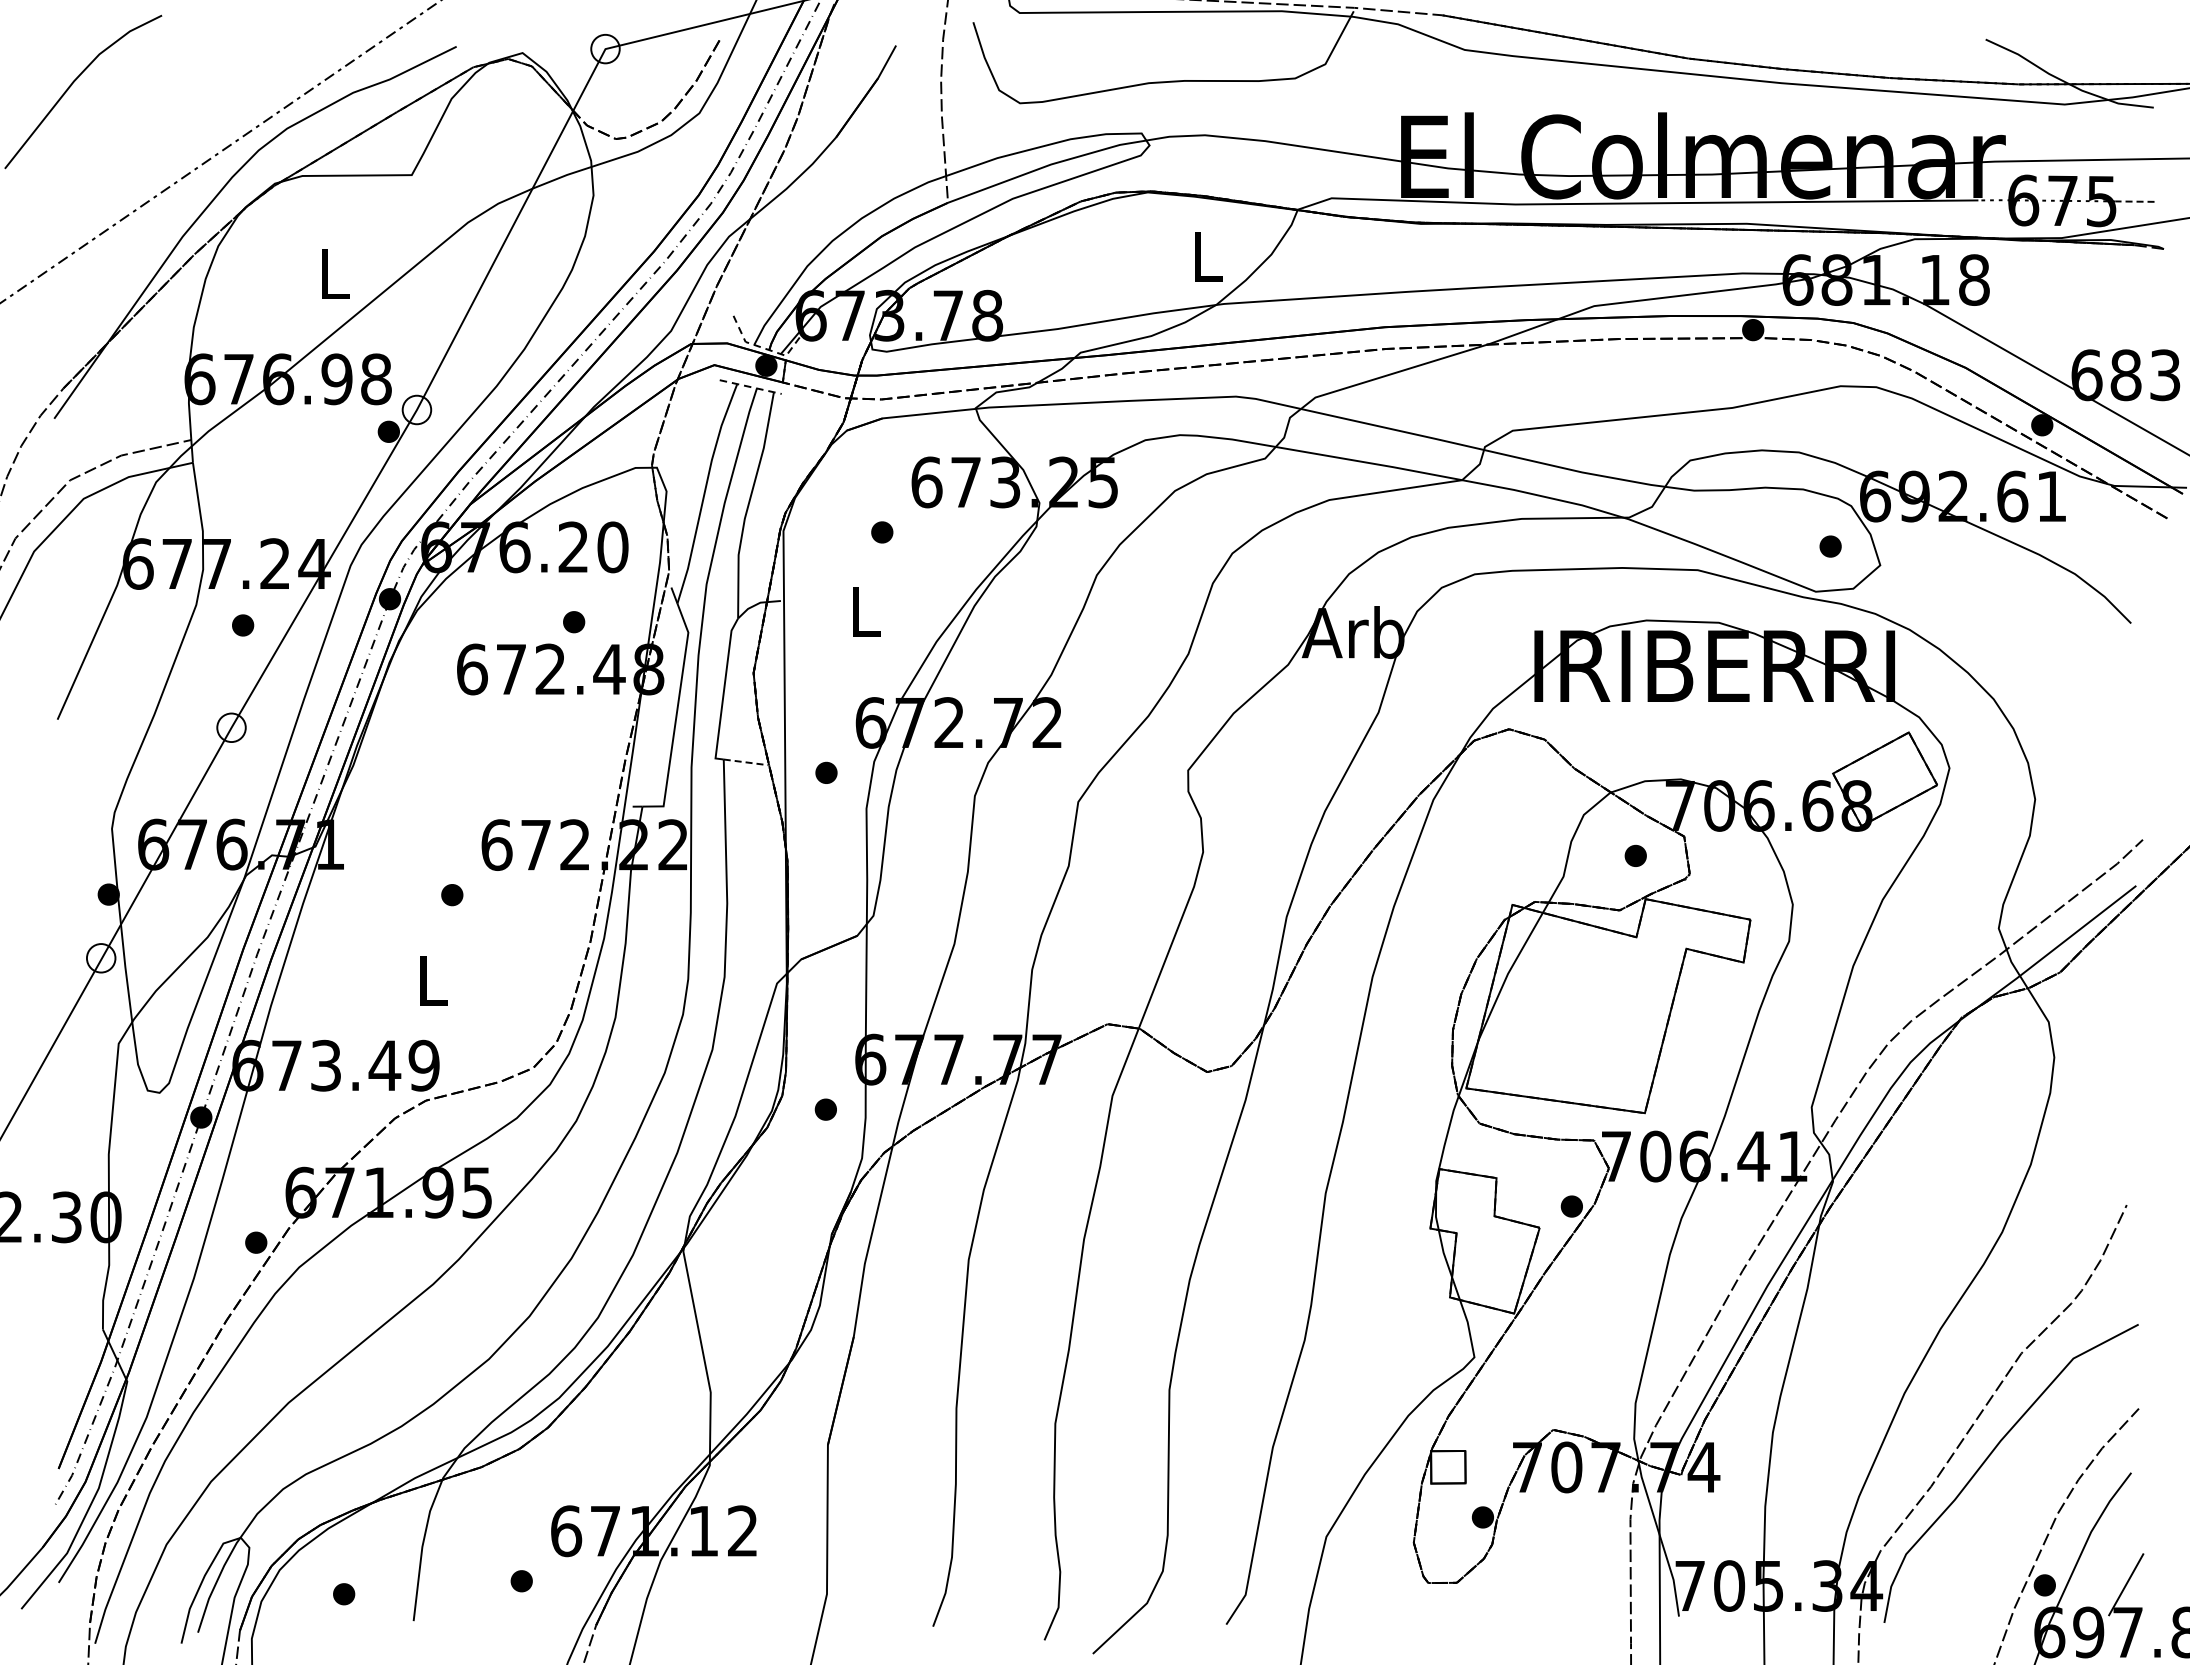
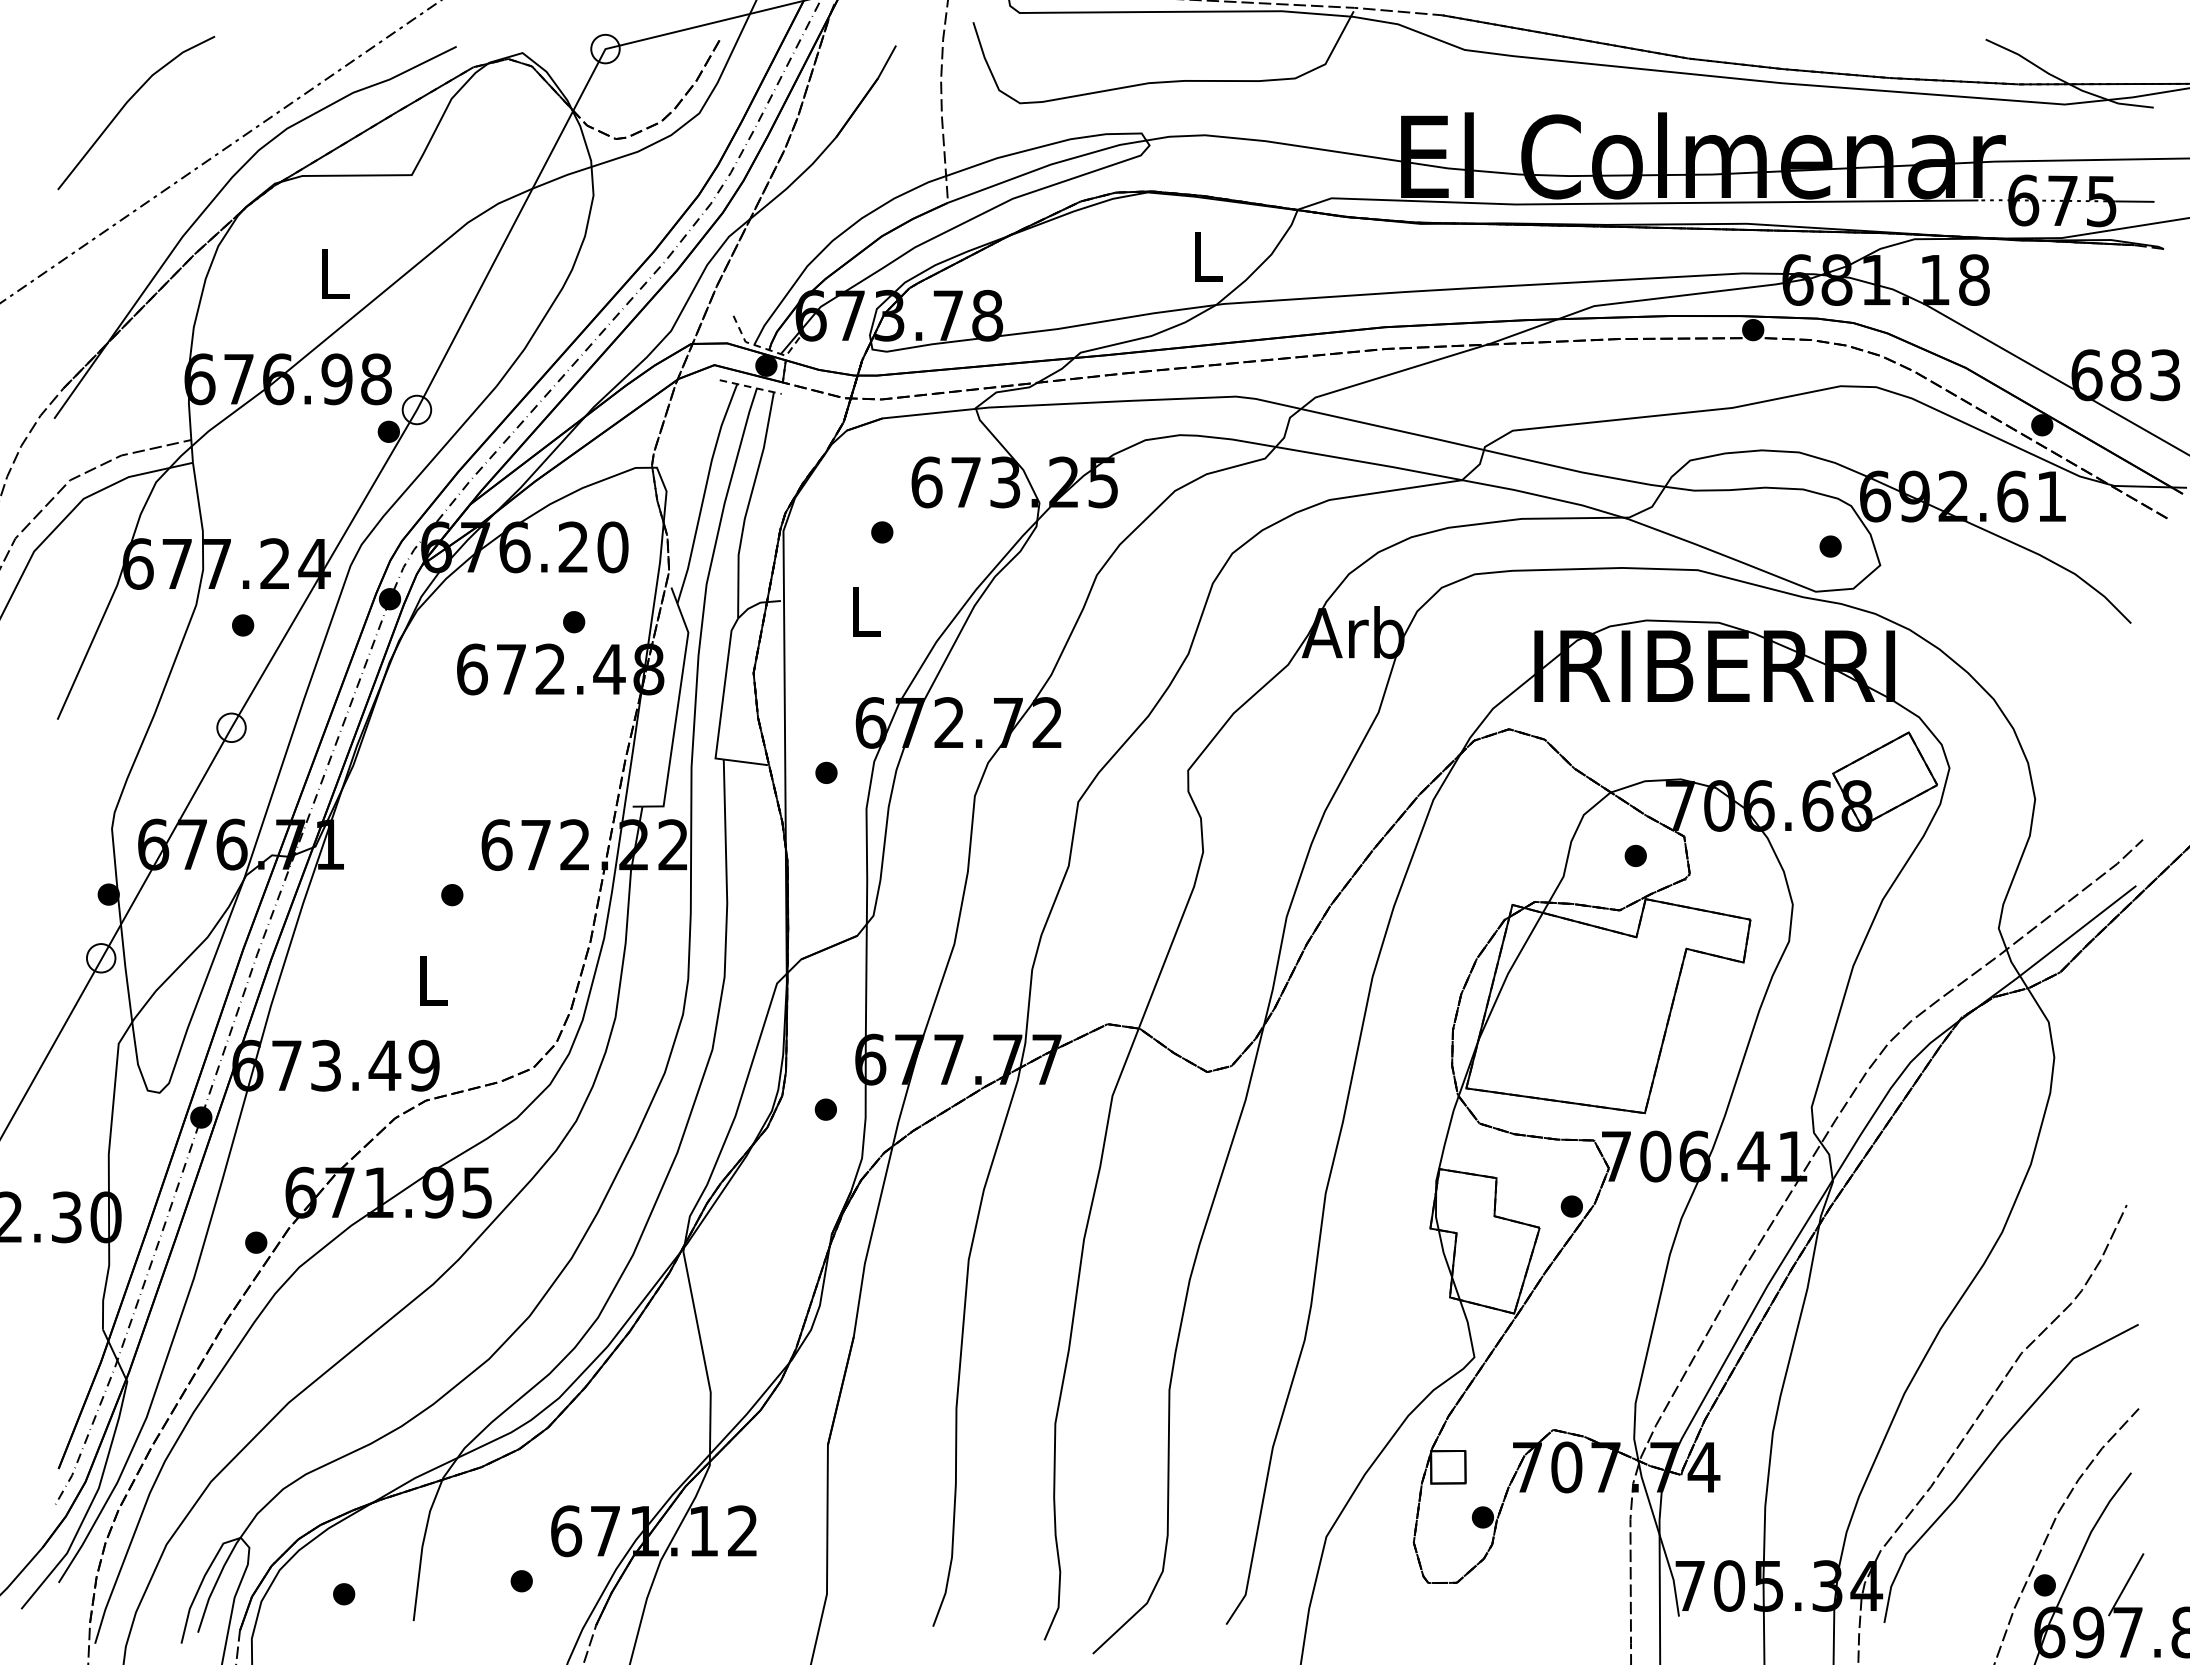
line at (74, 82) position: (74, 82) -> (127, 103)
line at (2134, 201): dashed -> solid
line at (746, 762): dashed -> solid
